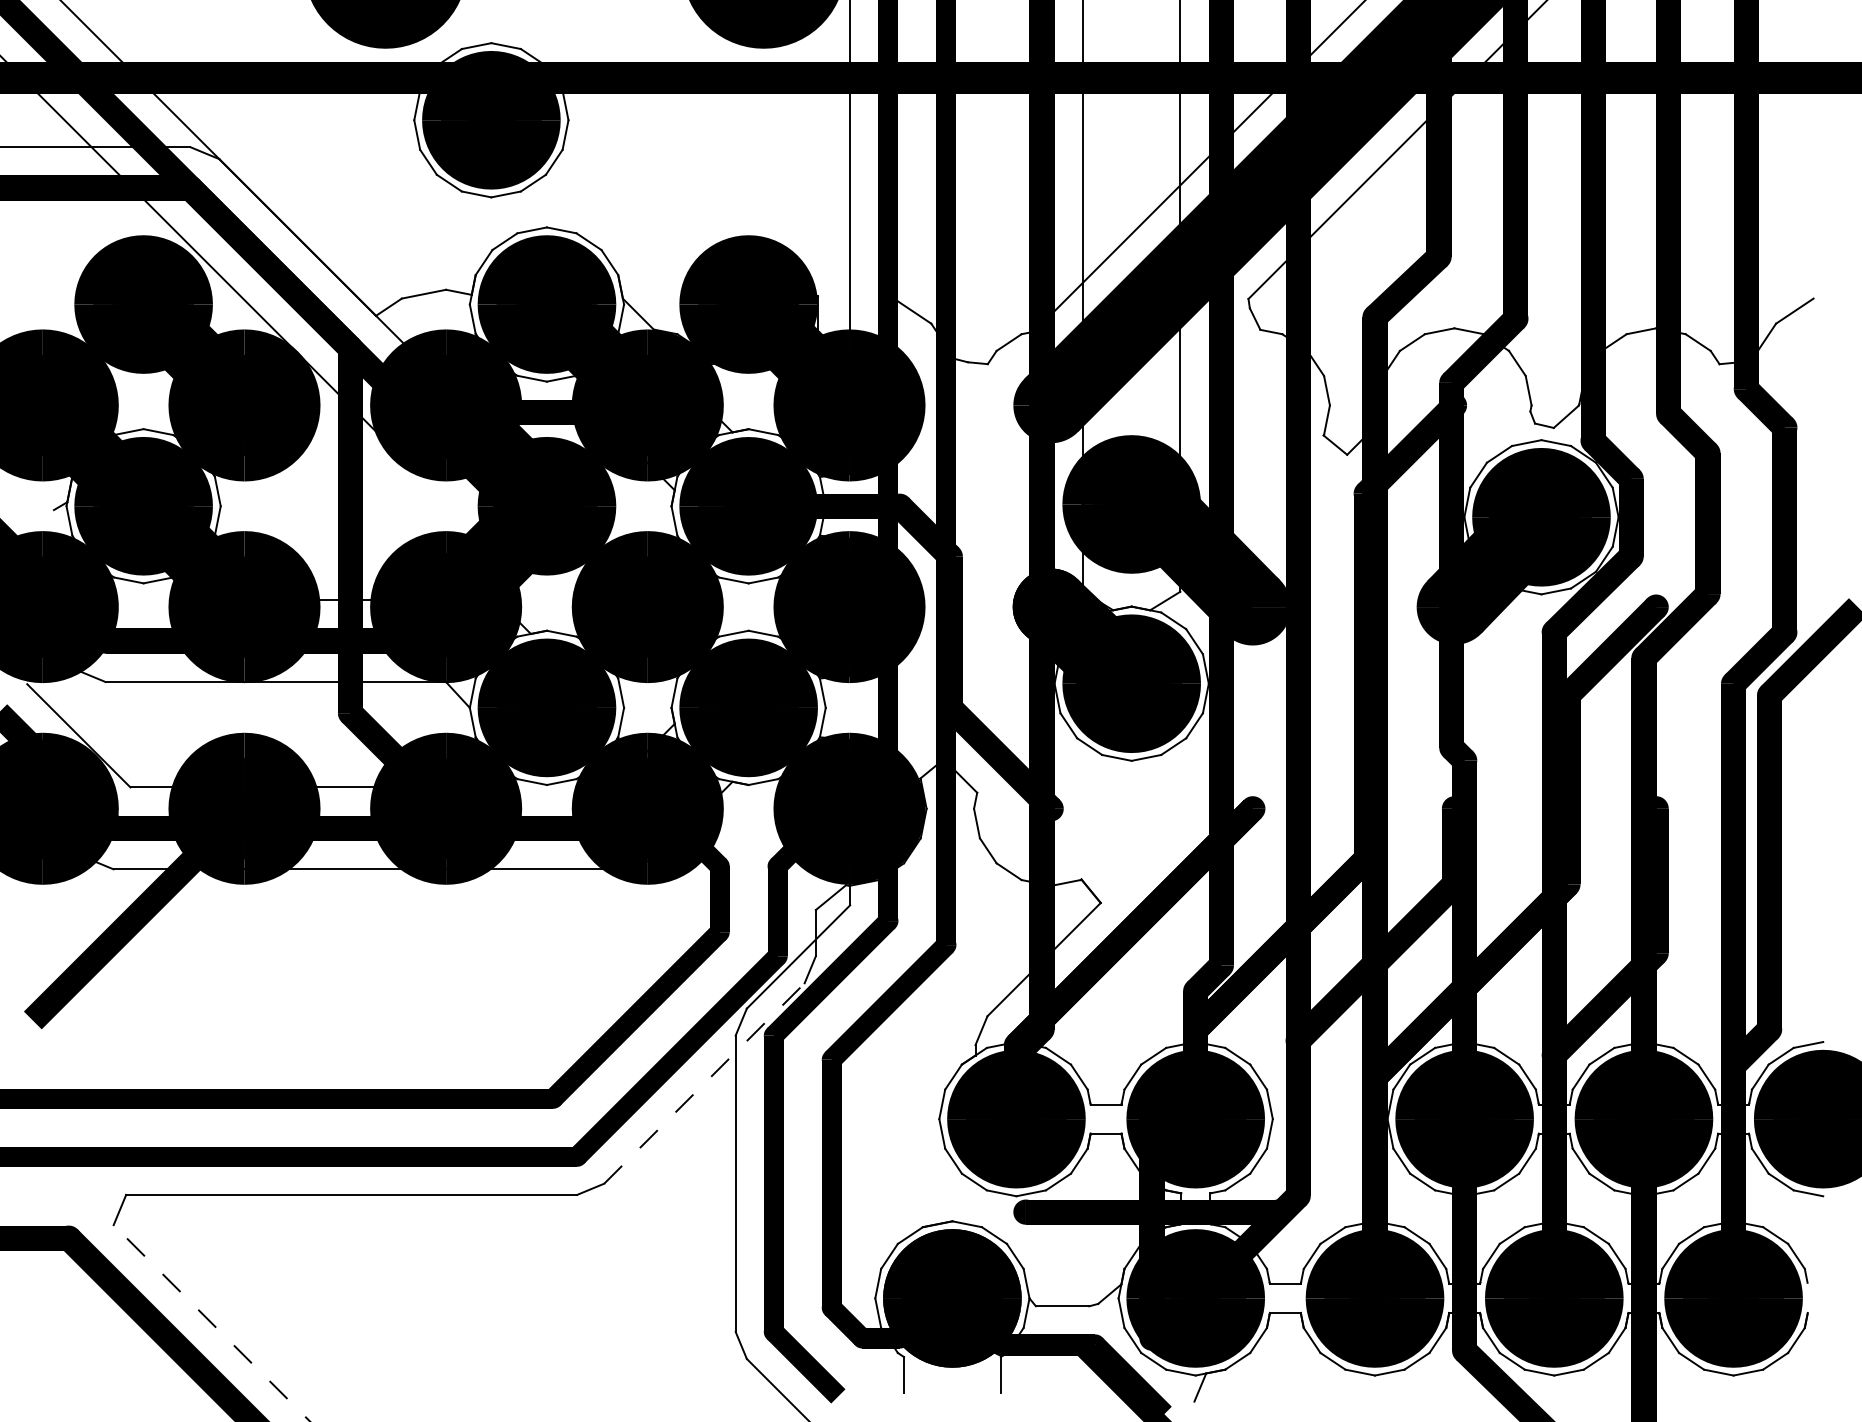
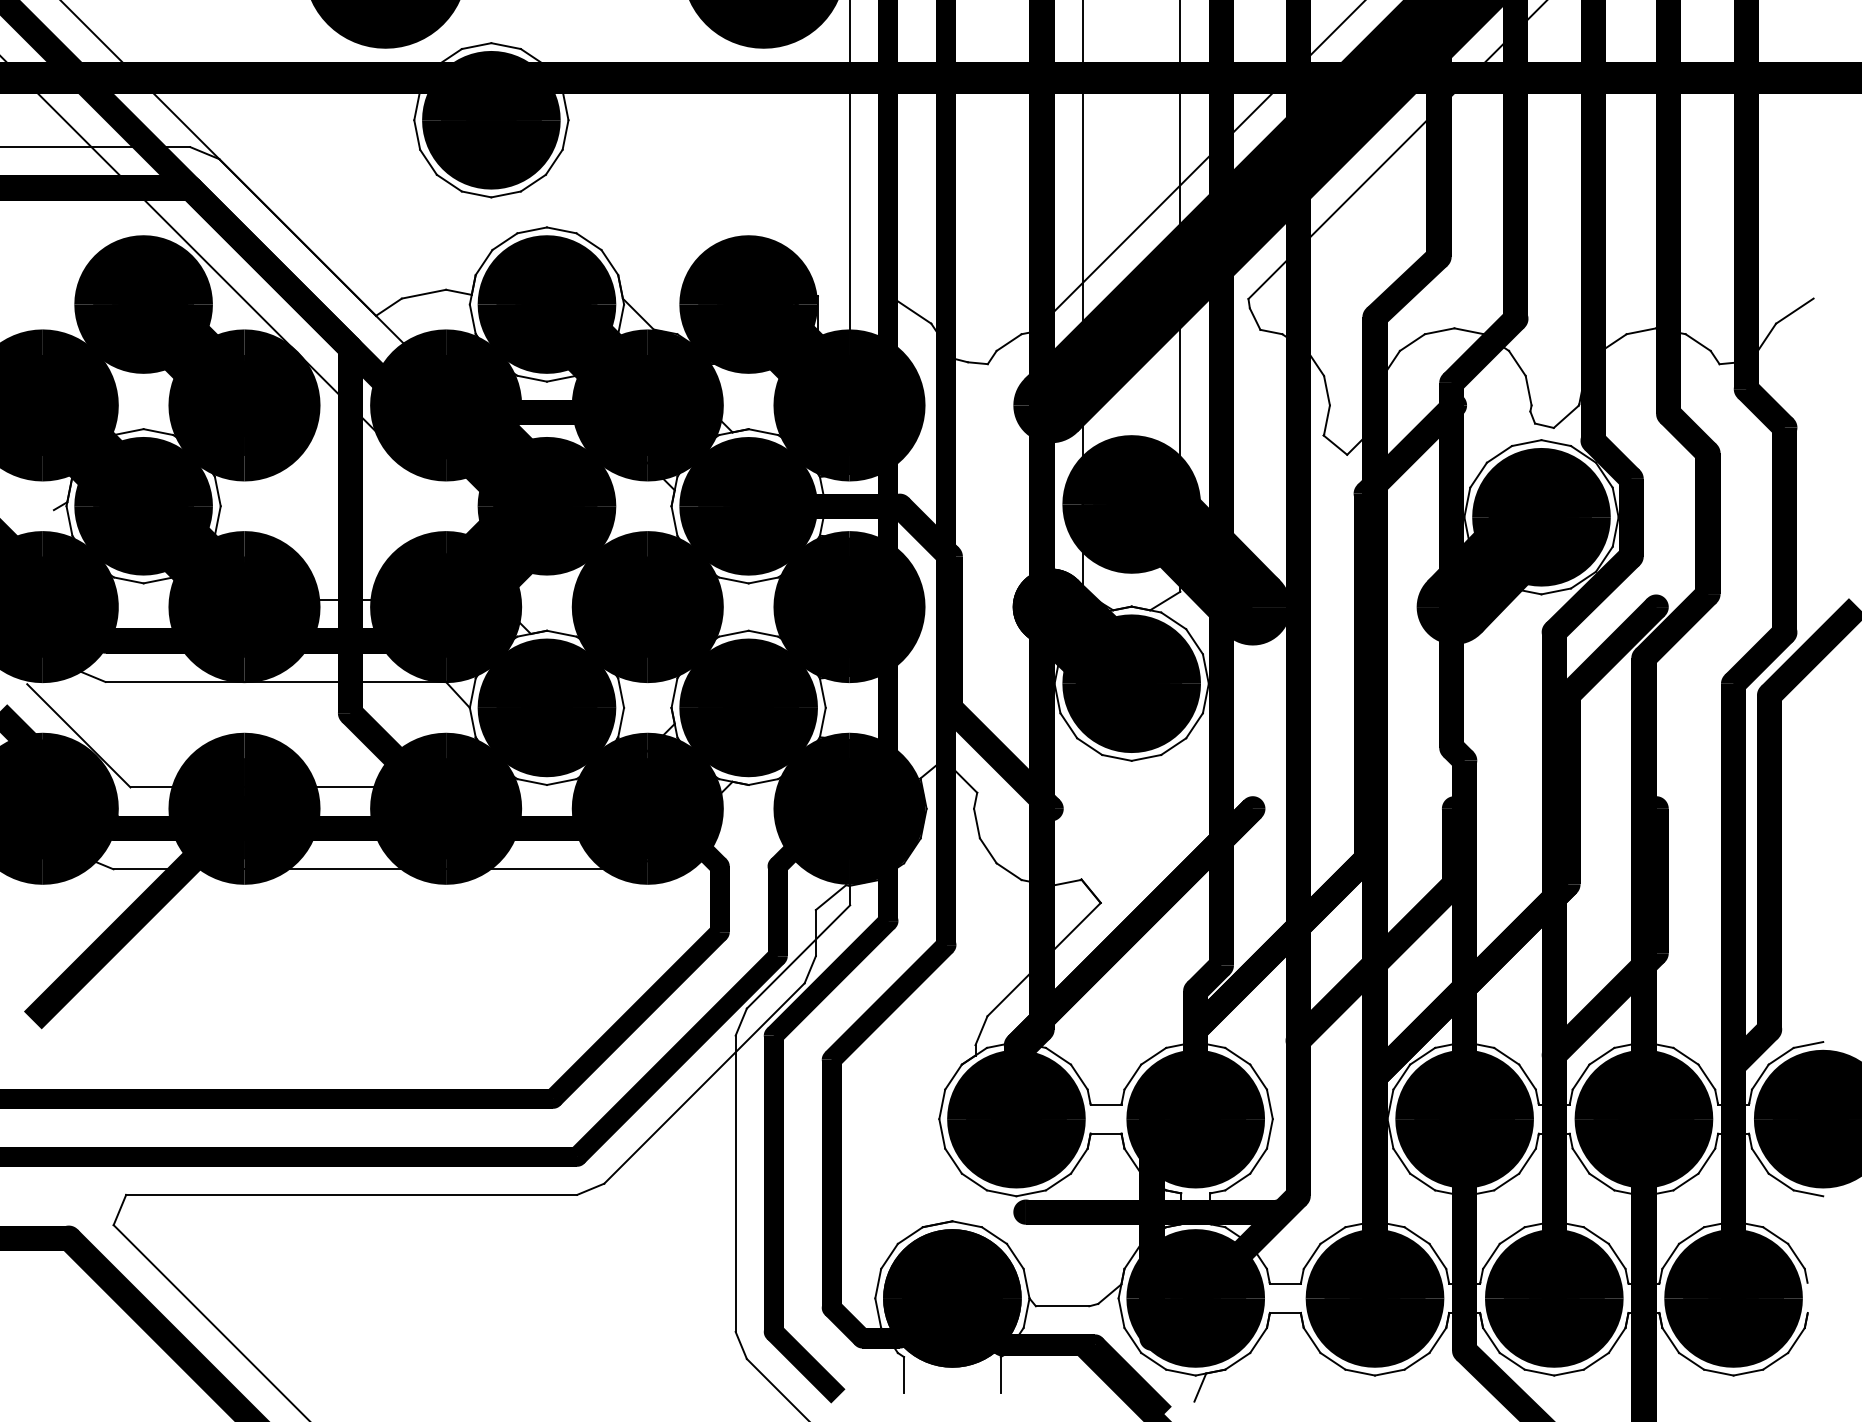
line at (704, 1083): dashed -> solid
line at (211, 1323): dashed -> solid
